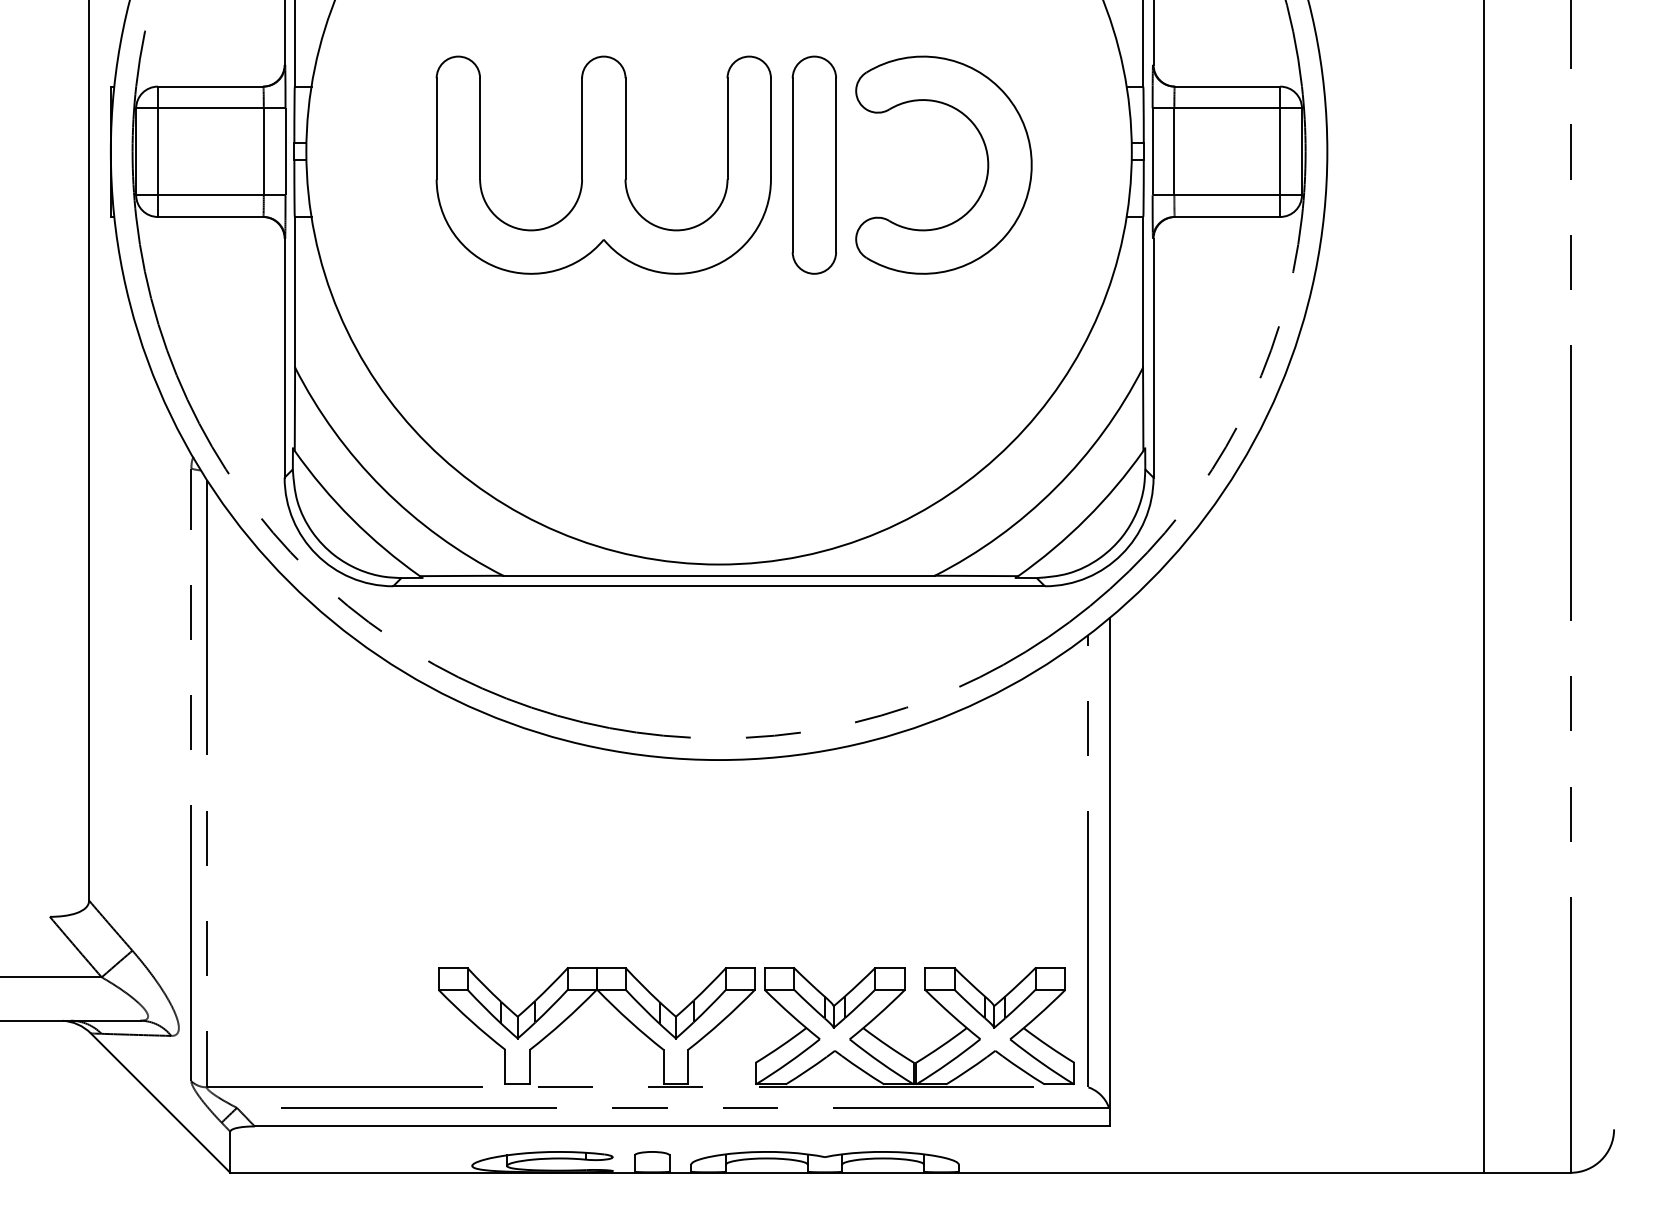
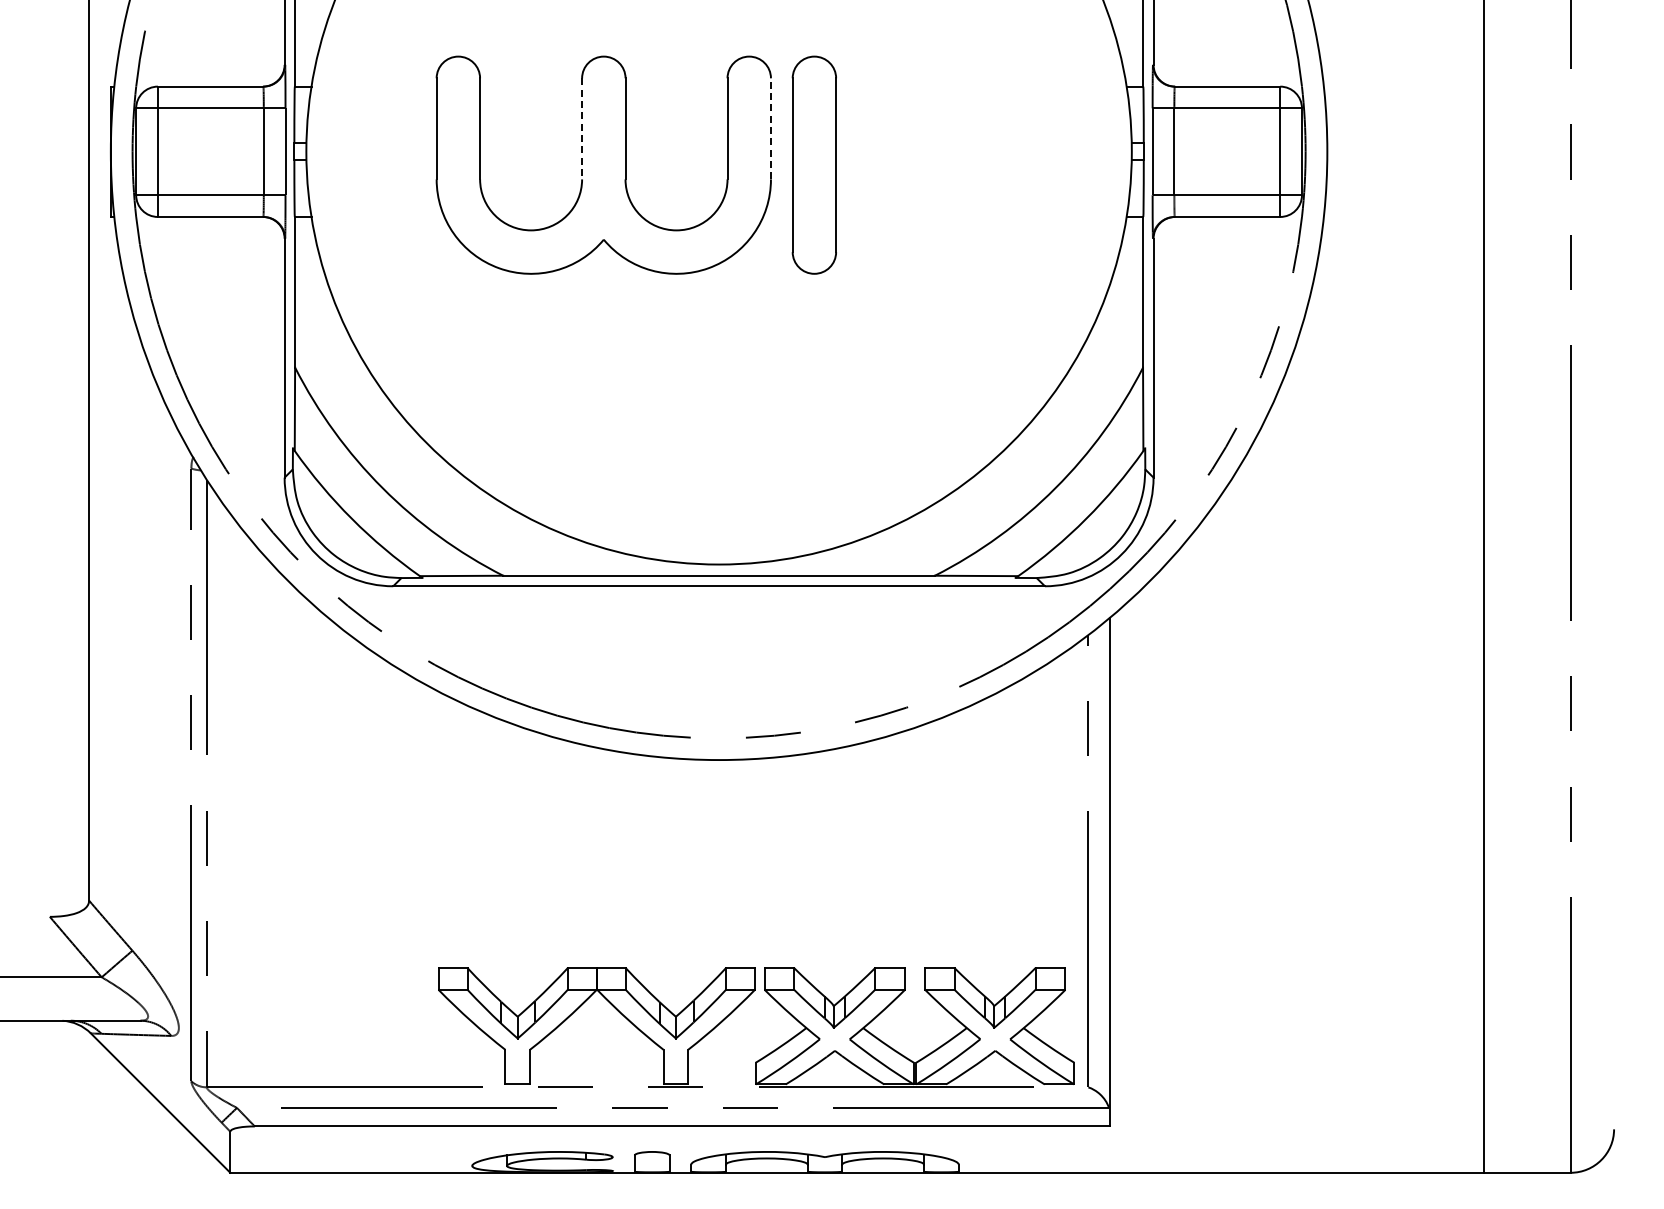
line at (582, 128): solid -> dashed
line at (770, 128): solid -> dashed
part at (986, 157): present -> none
